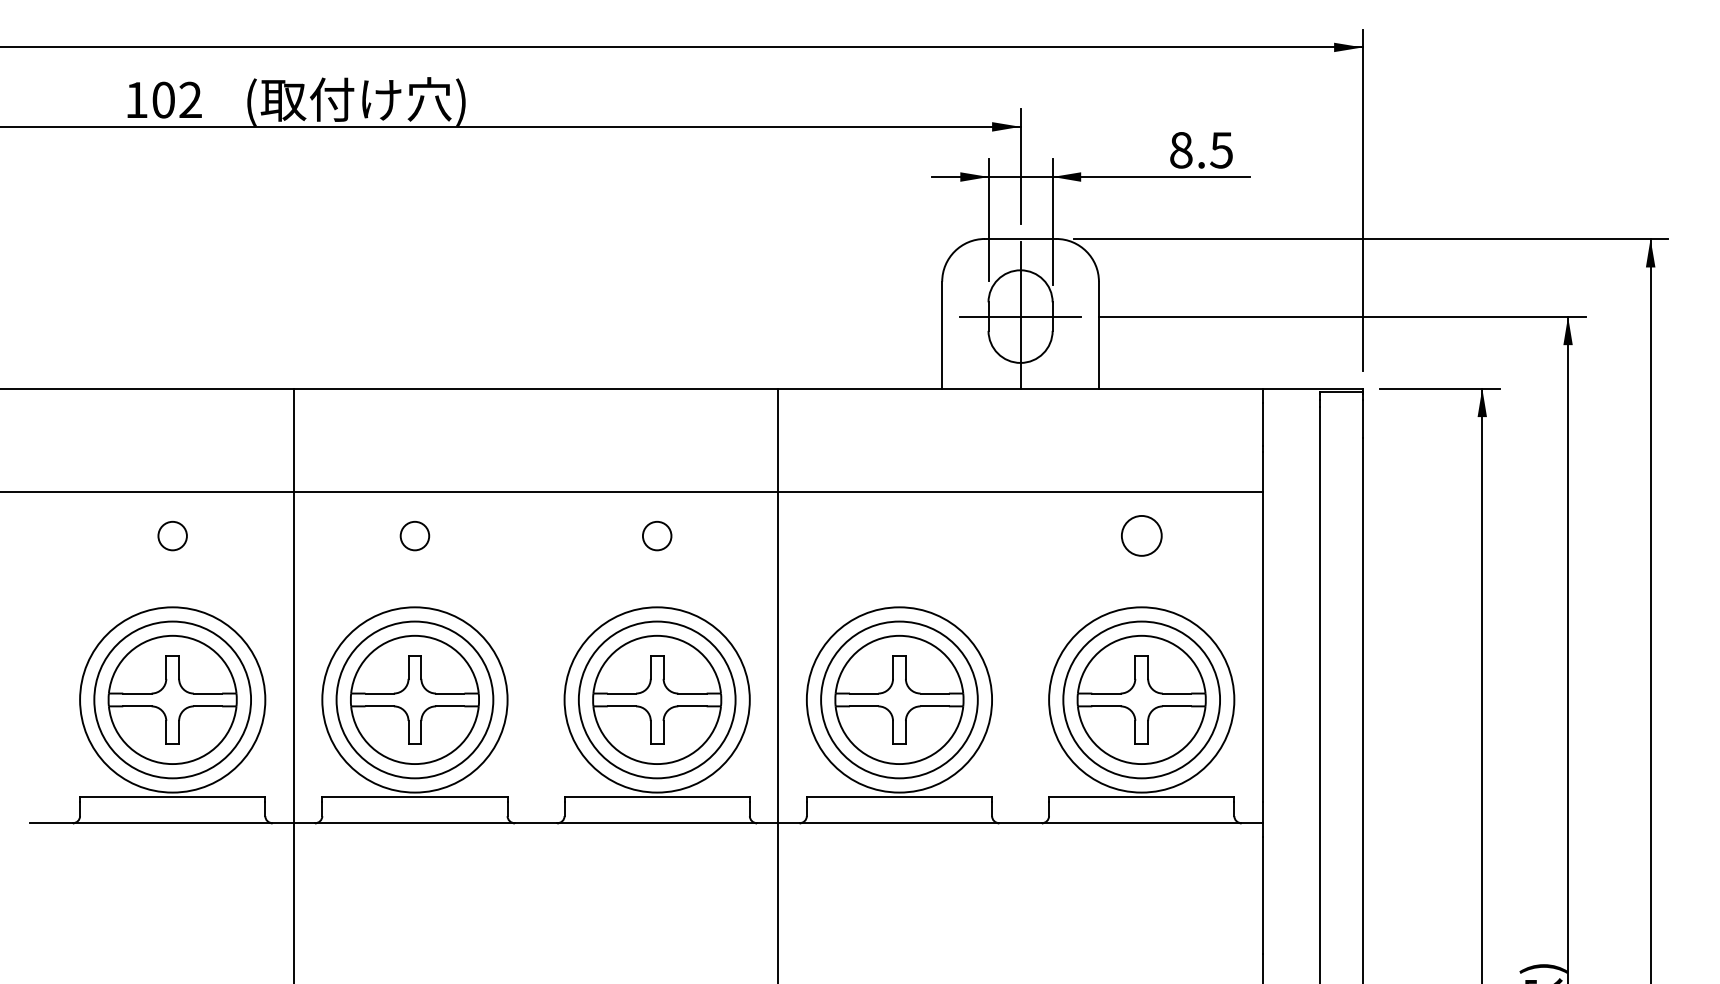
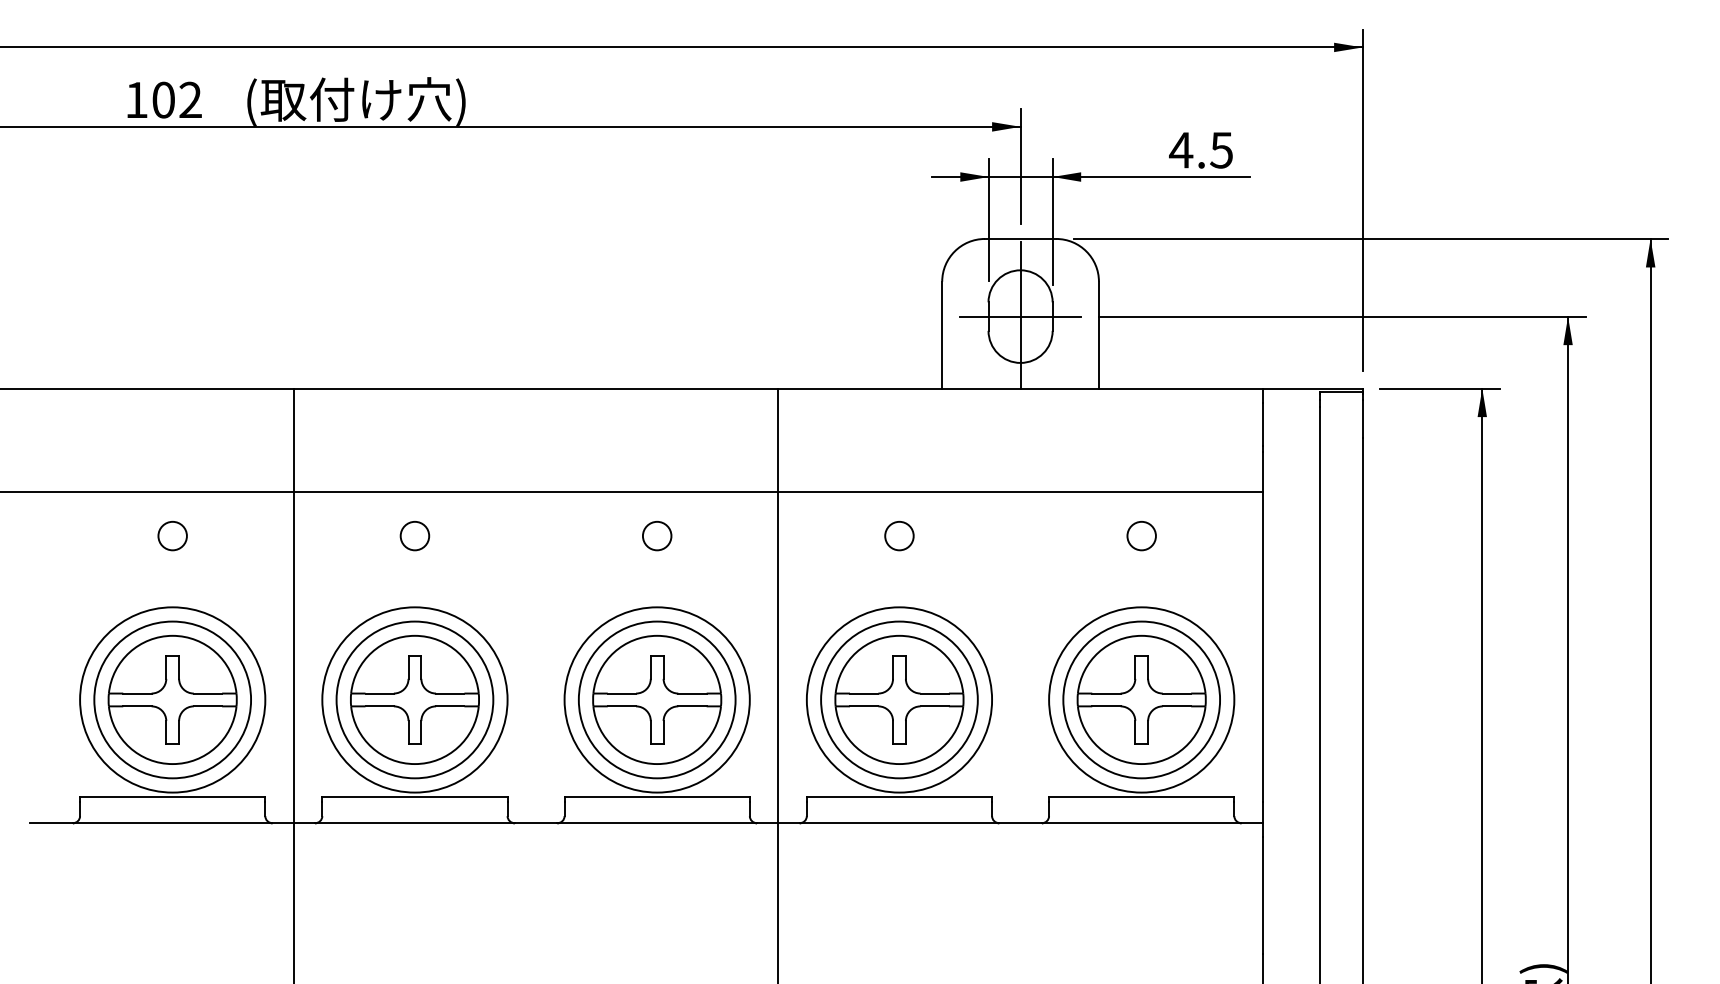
text at (1181, 150): 8.5 -> 4.5
circle at (1141, 535) size: 42x42 px -> 31x31 px
circle at (899, 536): none -> present
